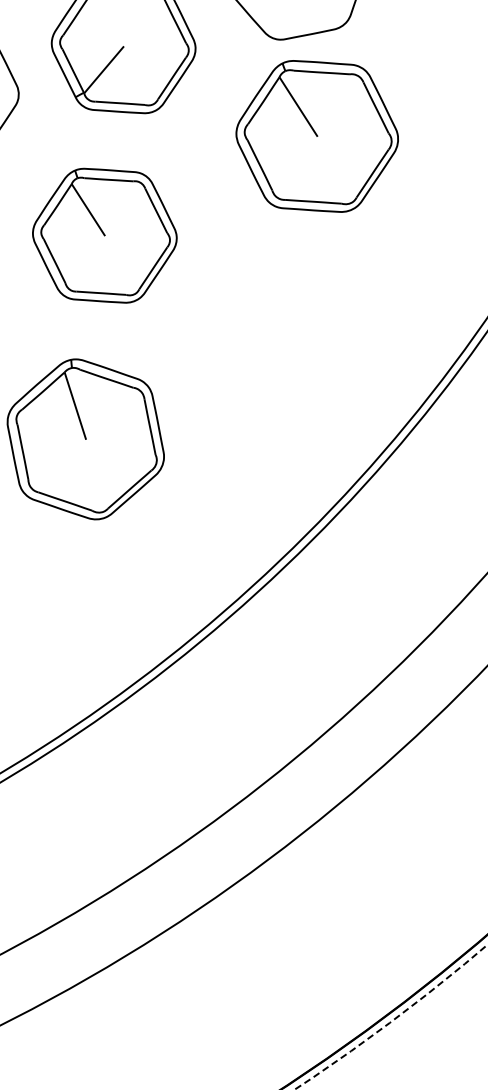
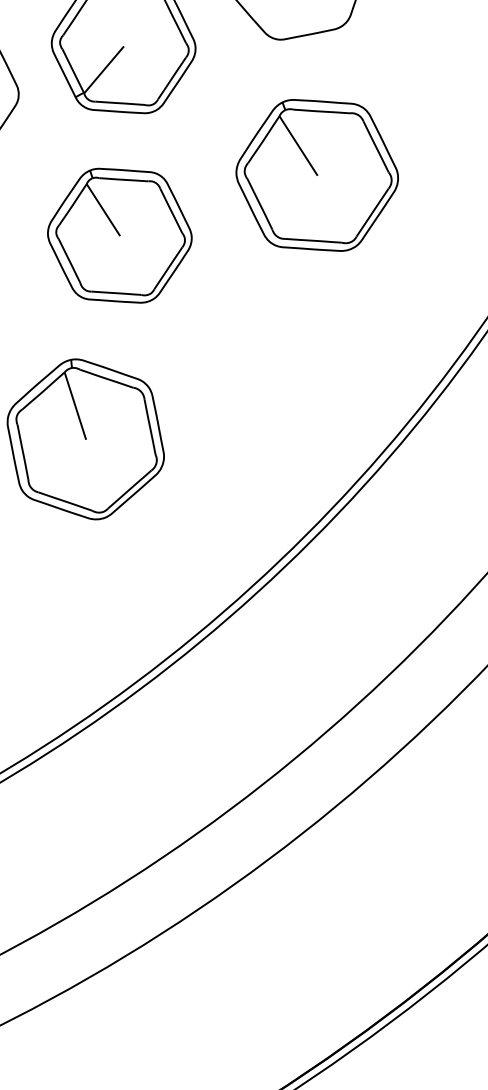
part at (316, 136) position: (316, 136) -> (316, 175)
part at (104, 235) position: (104, 235) -> (119, 235)
circle at (390, 1016): dashed -> solid
